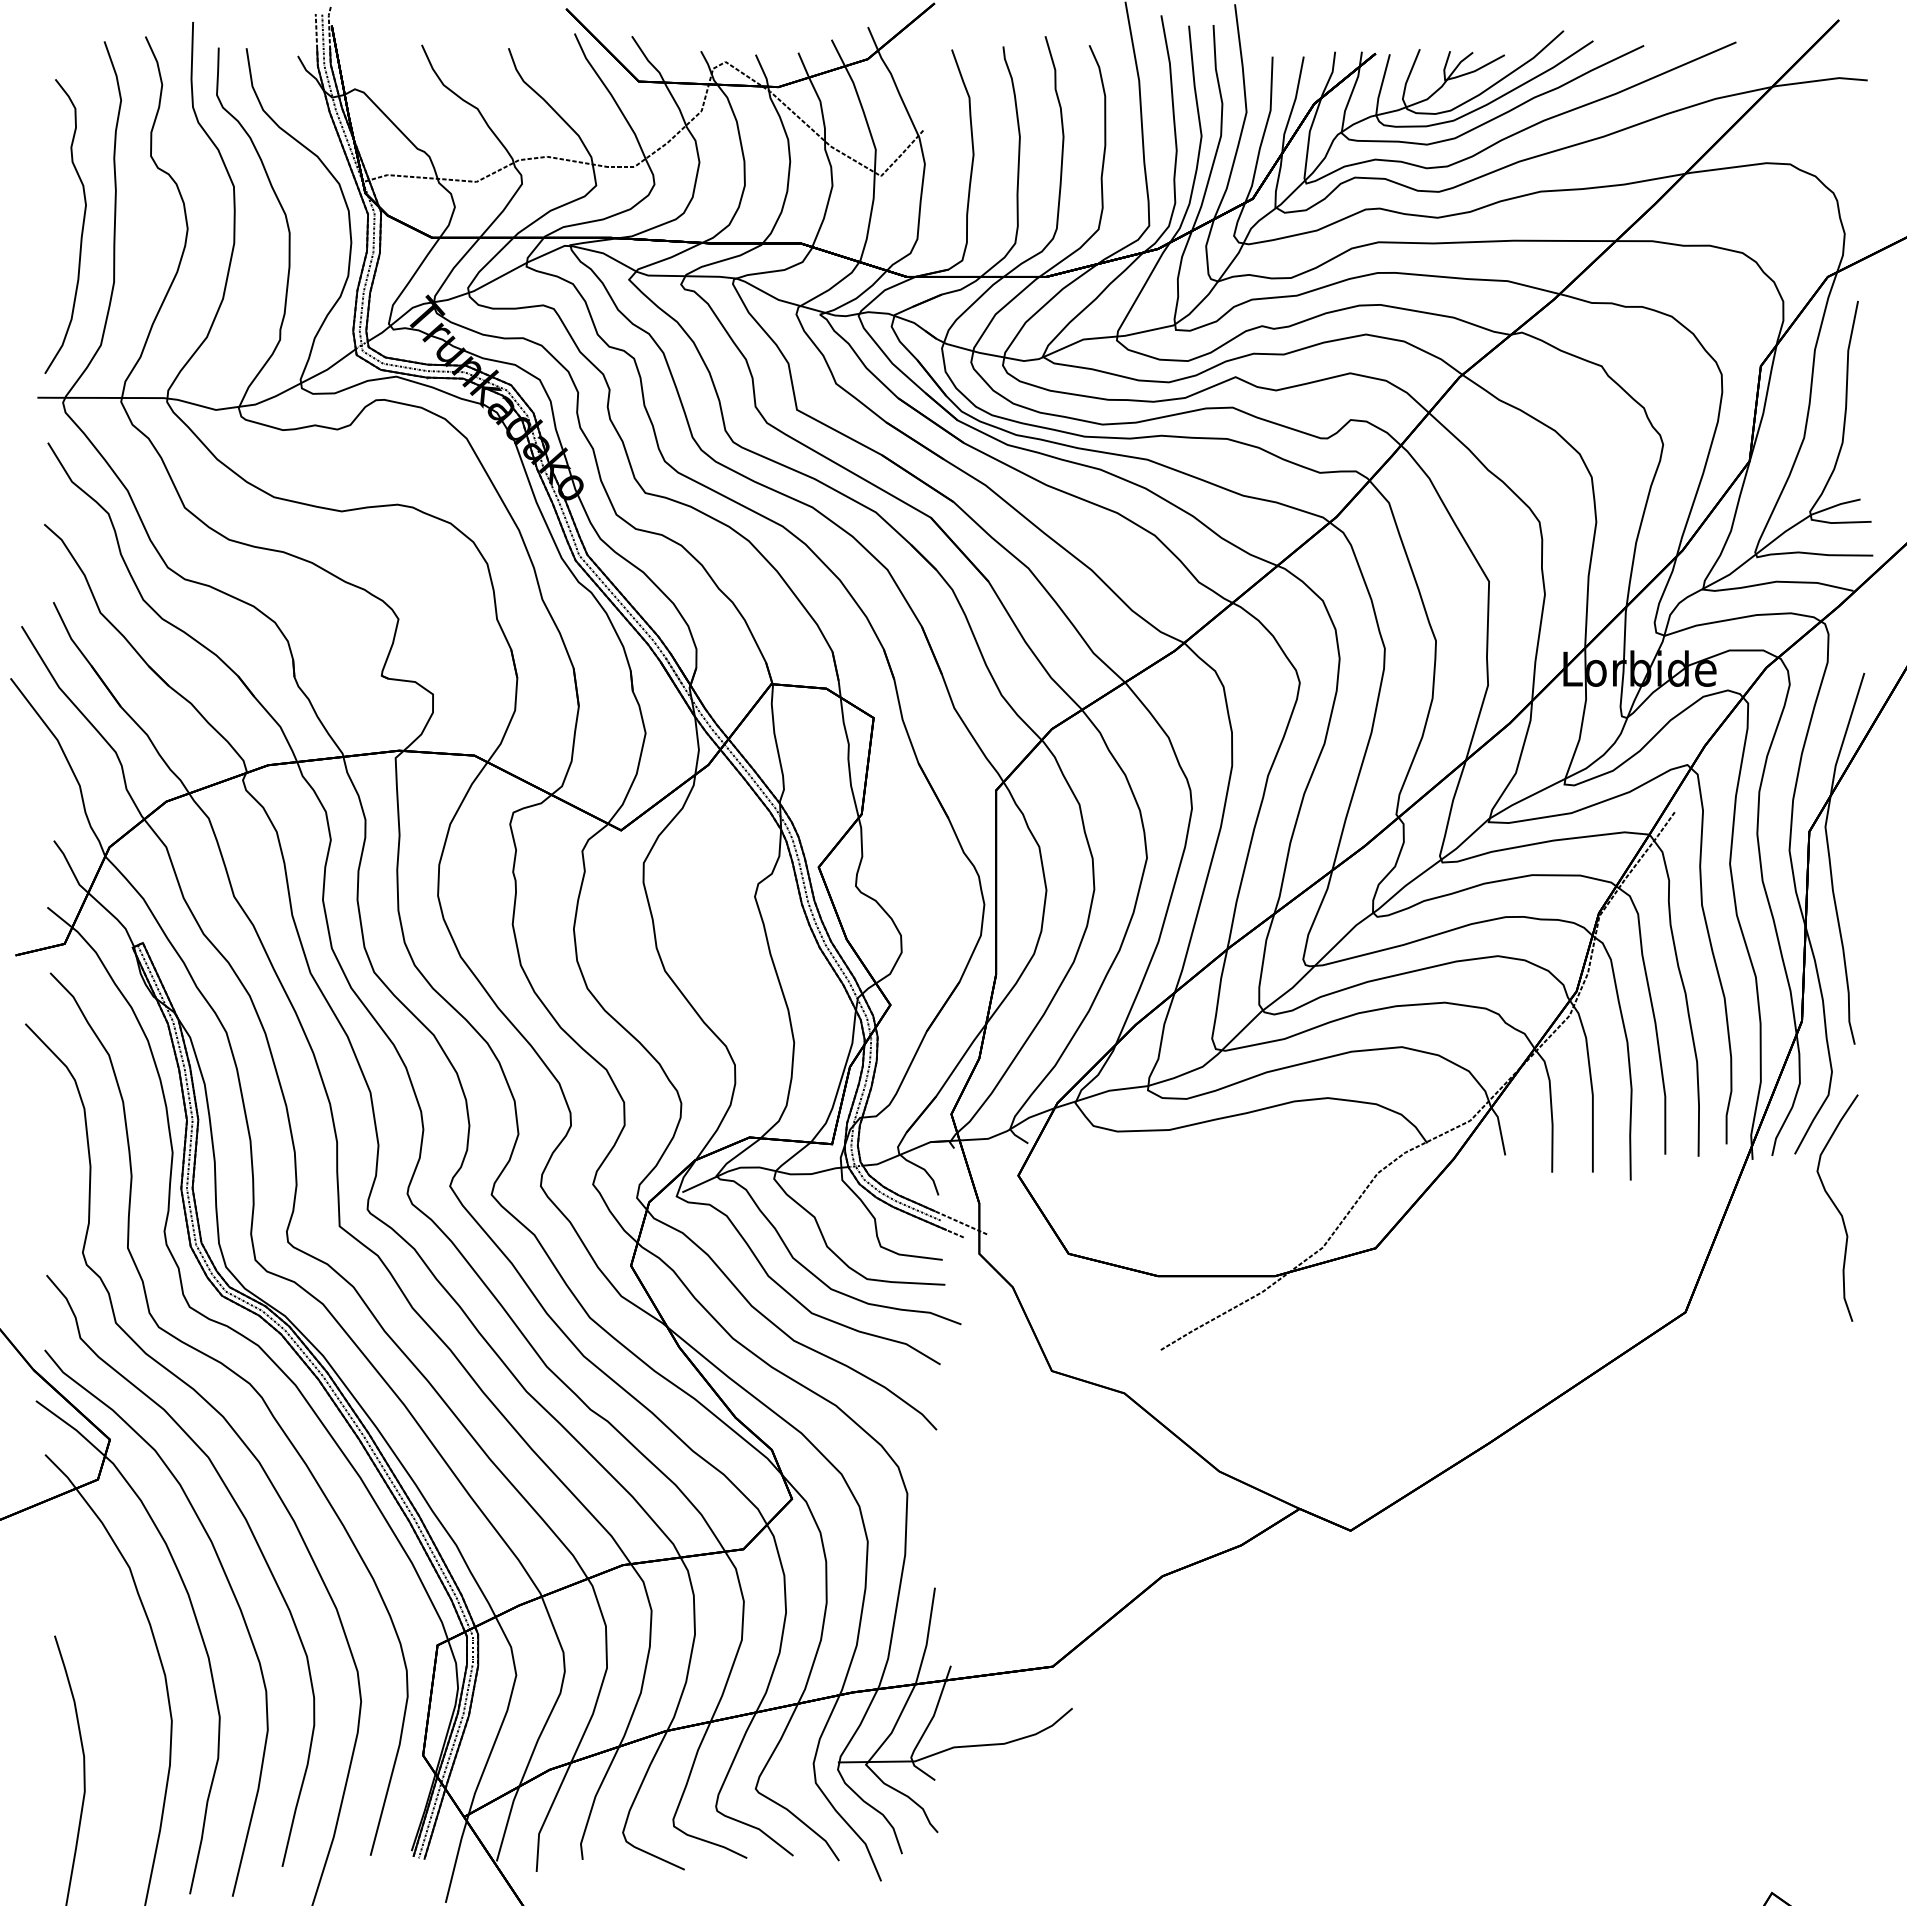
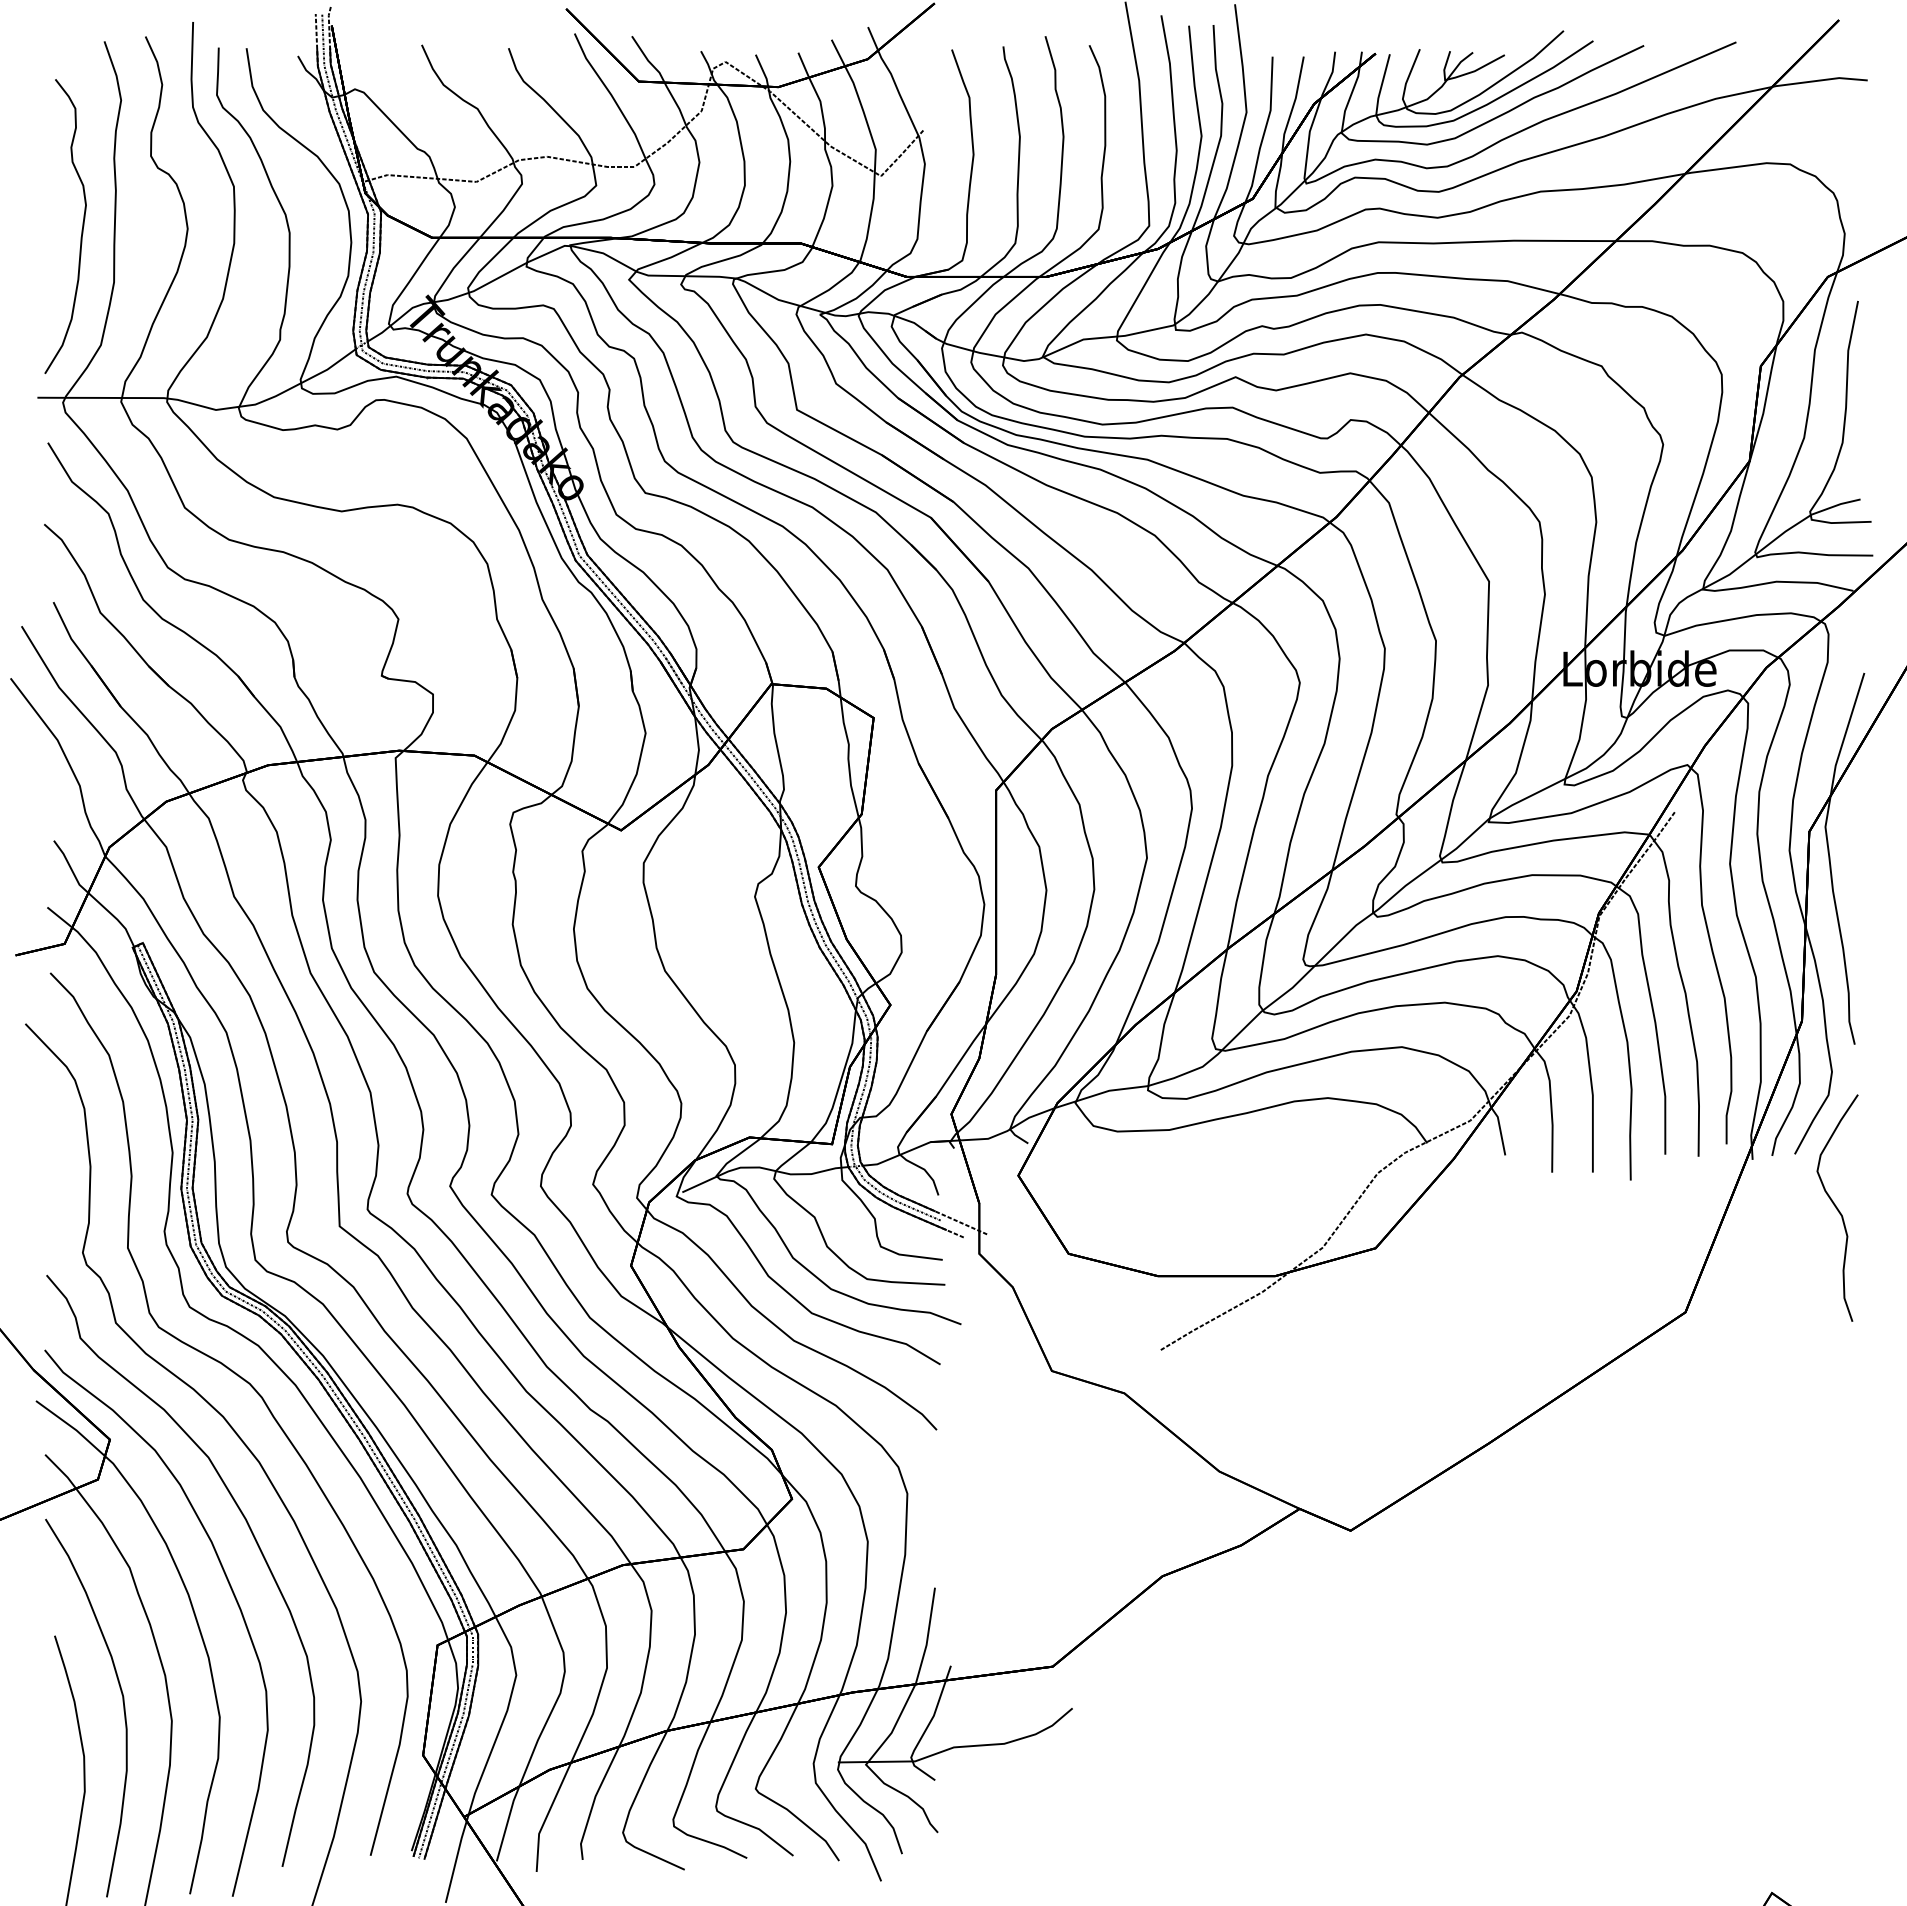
part at (122, 1702): none -> present
